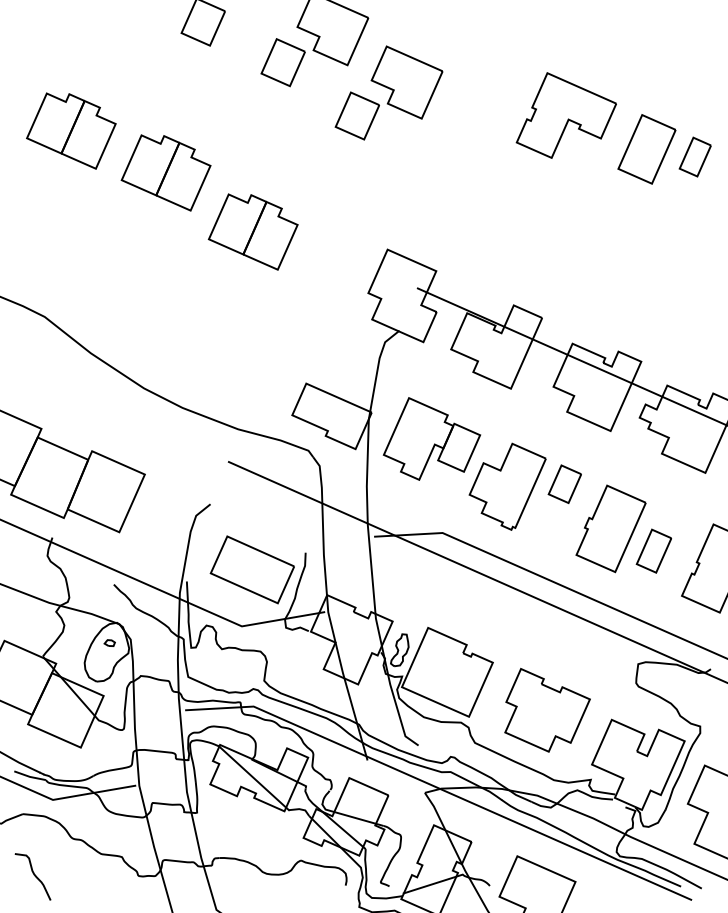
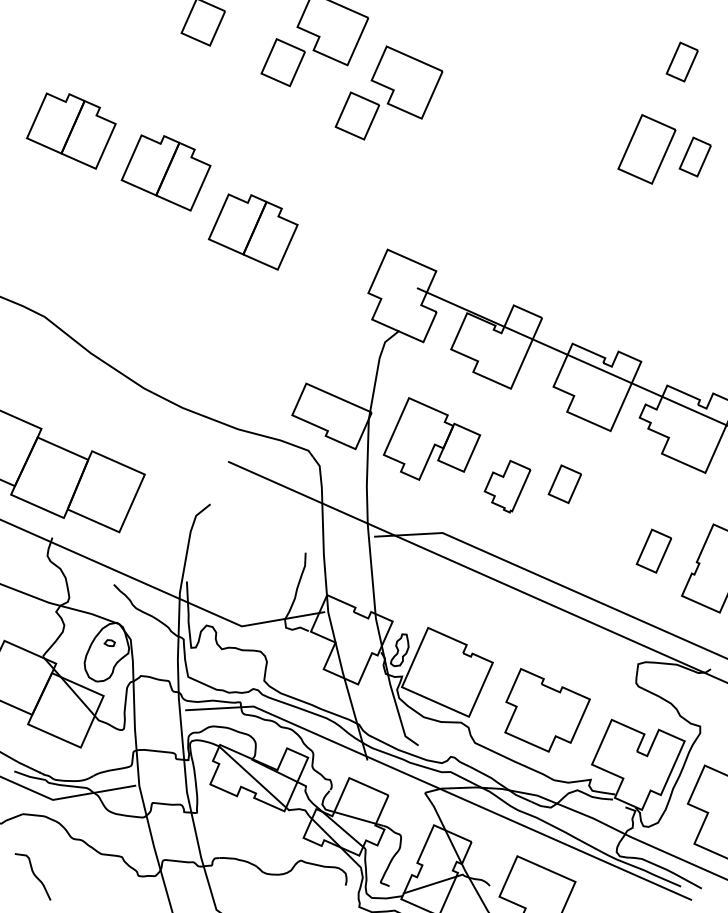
part at (681, 61): none -> present
part at (565, 115): present -> none
part at (507, 486) size: 79x89 px -> 49x55 px
part at (610, 528): present -> none
part at (251, 569): present -> none
